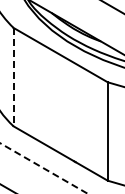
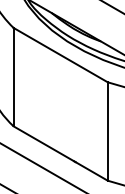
line at (13, 77): dashed -> solid
line at (44, 168): dashed -> solid
